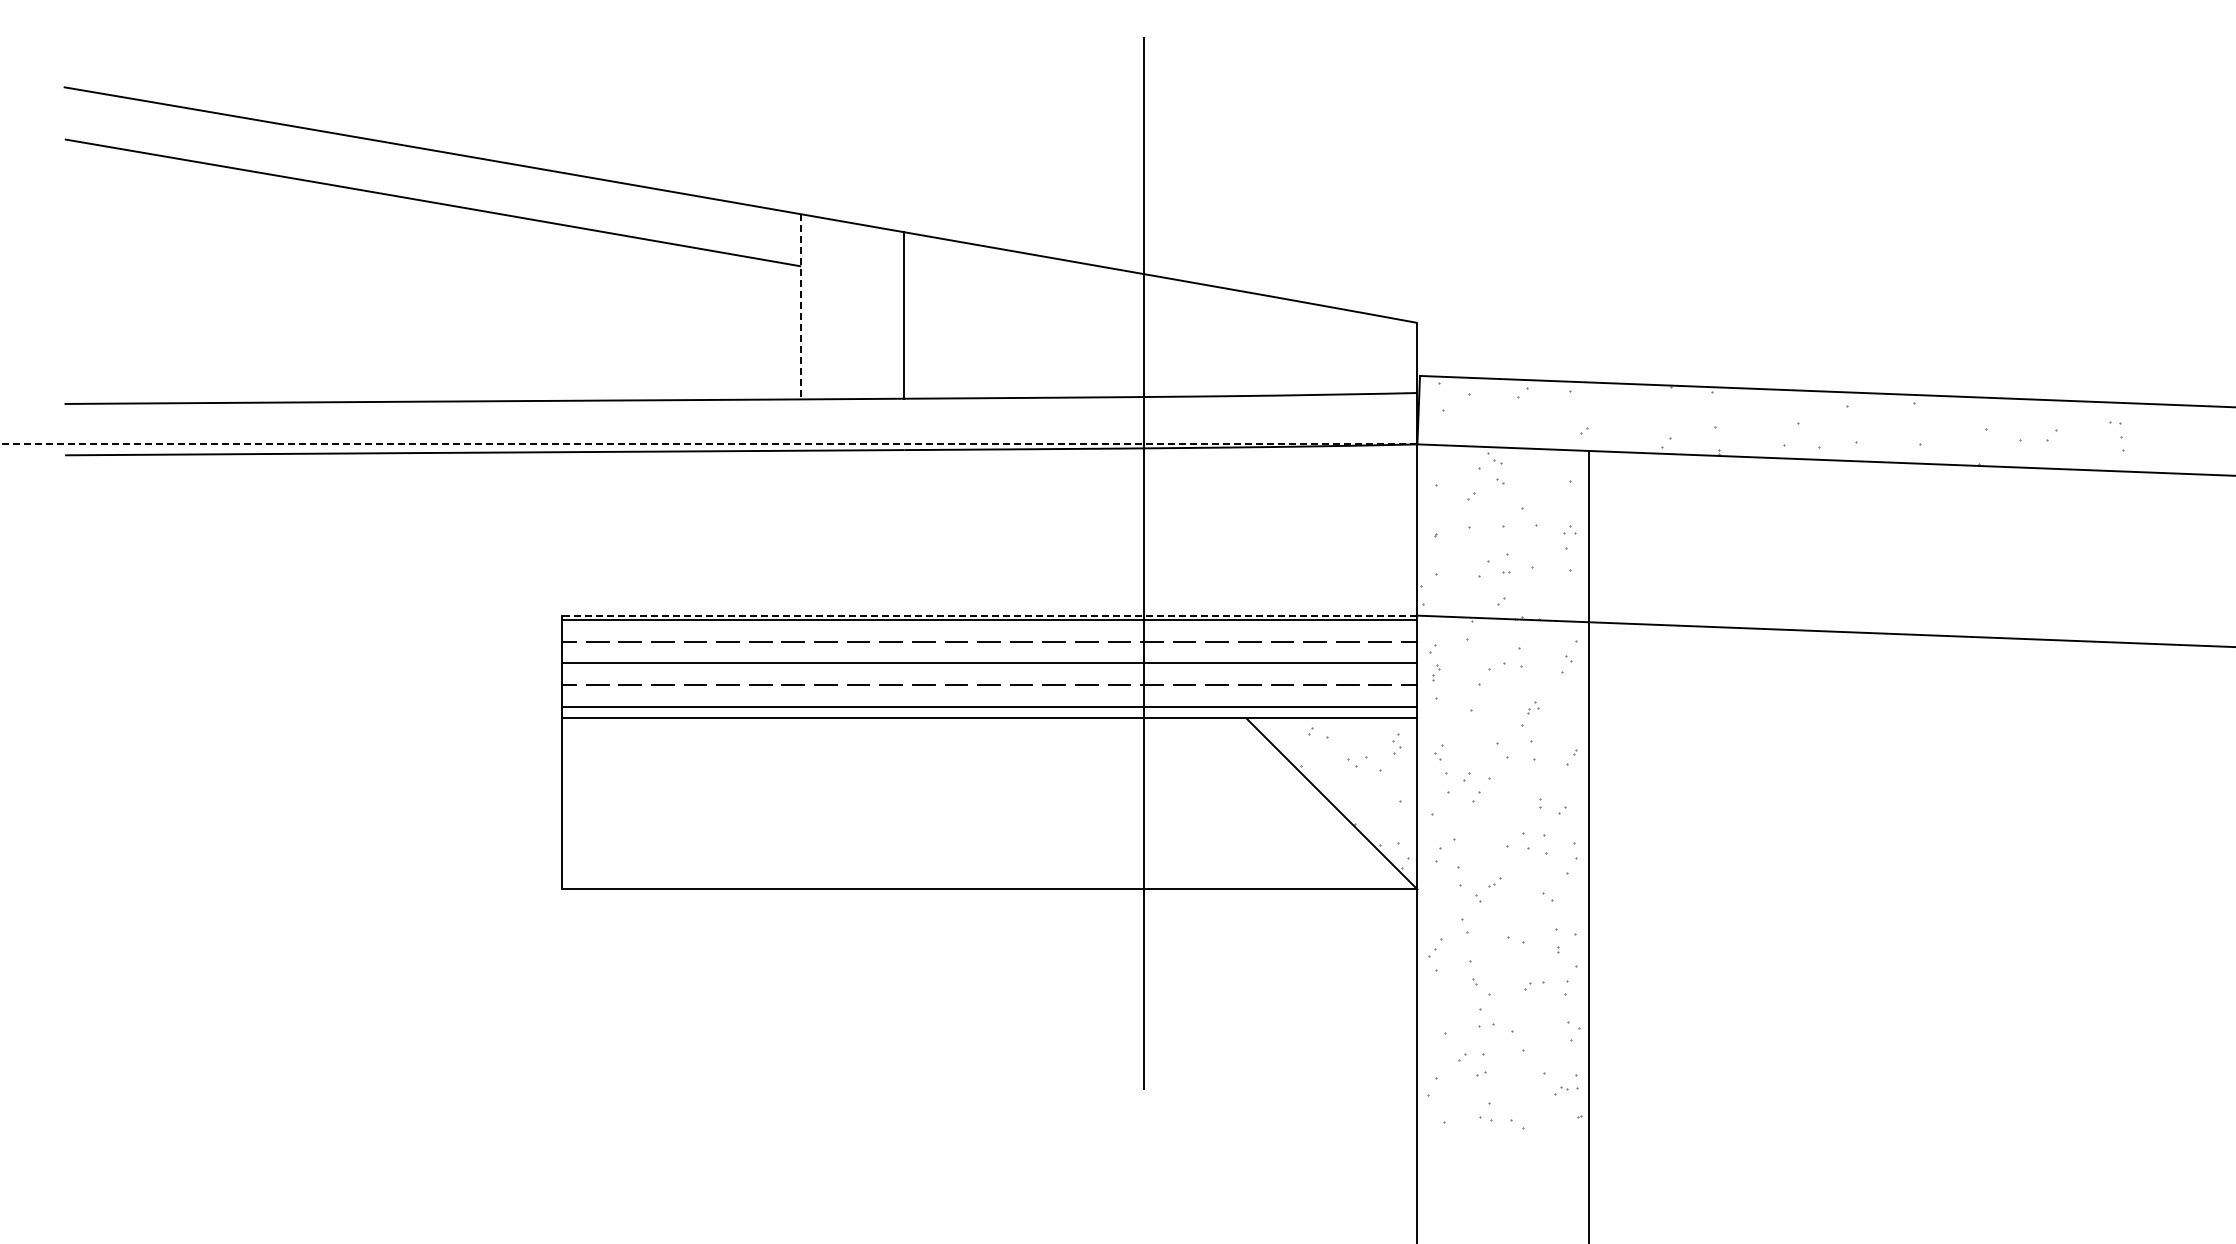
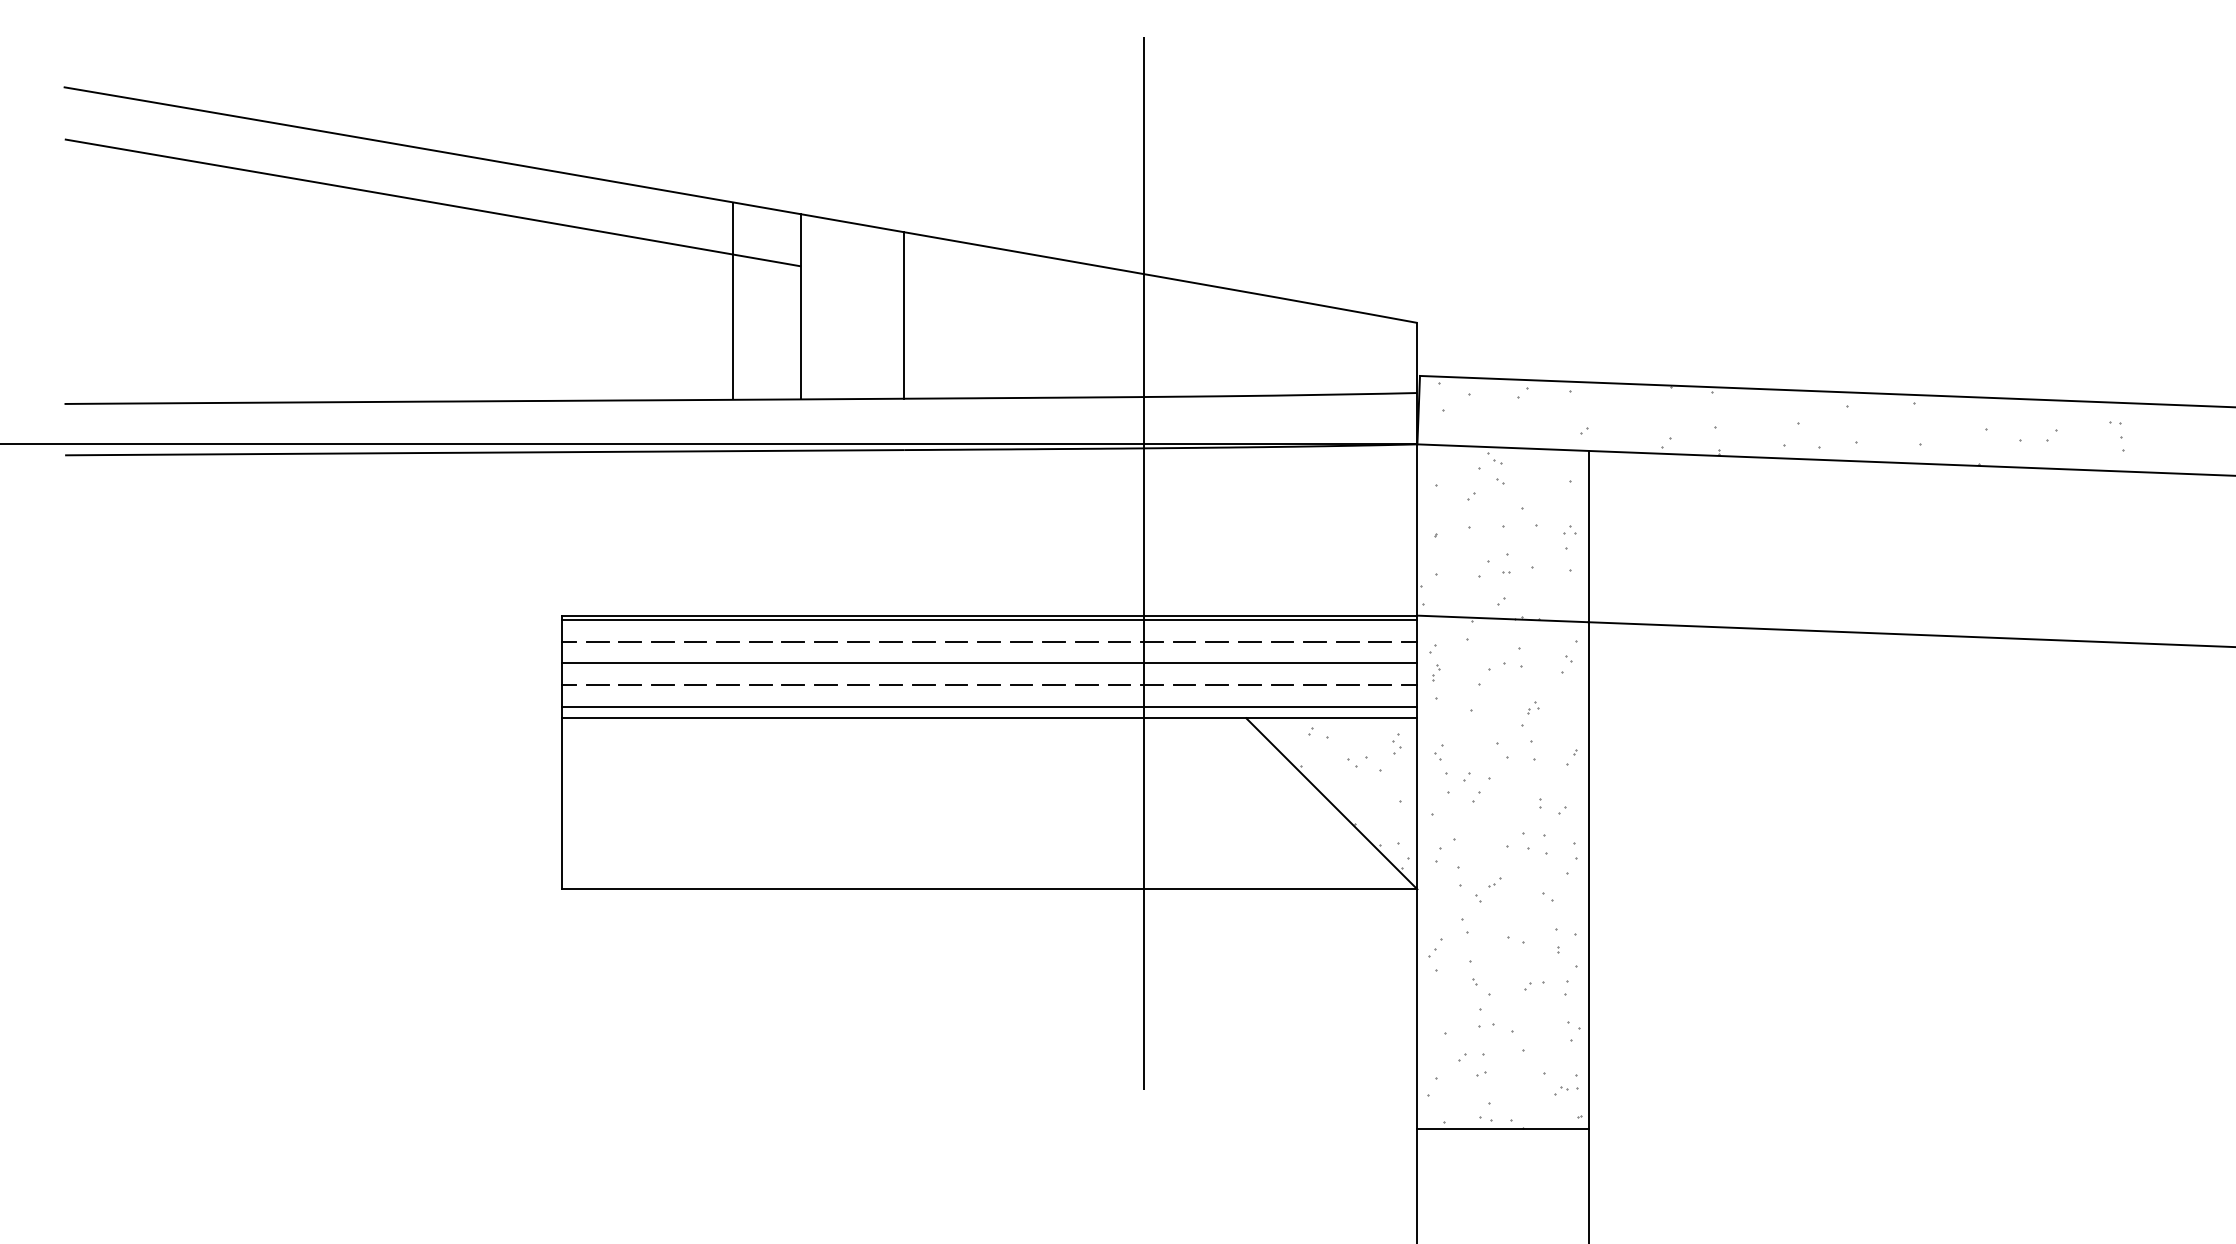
line at (732, 300): none -> present
line at (801, 306): dashed -> solid
line at (708, 444): dashed -> solid
line at (989, 615): dashed -> solid
line at (1502, 1128): none -> present
